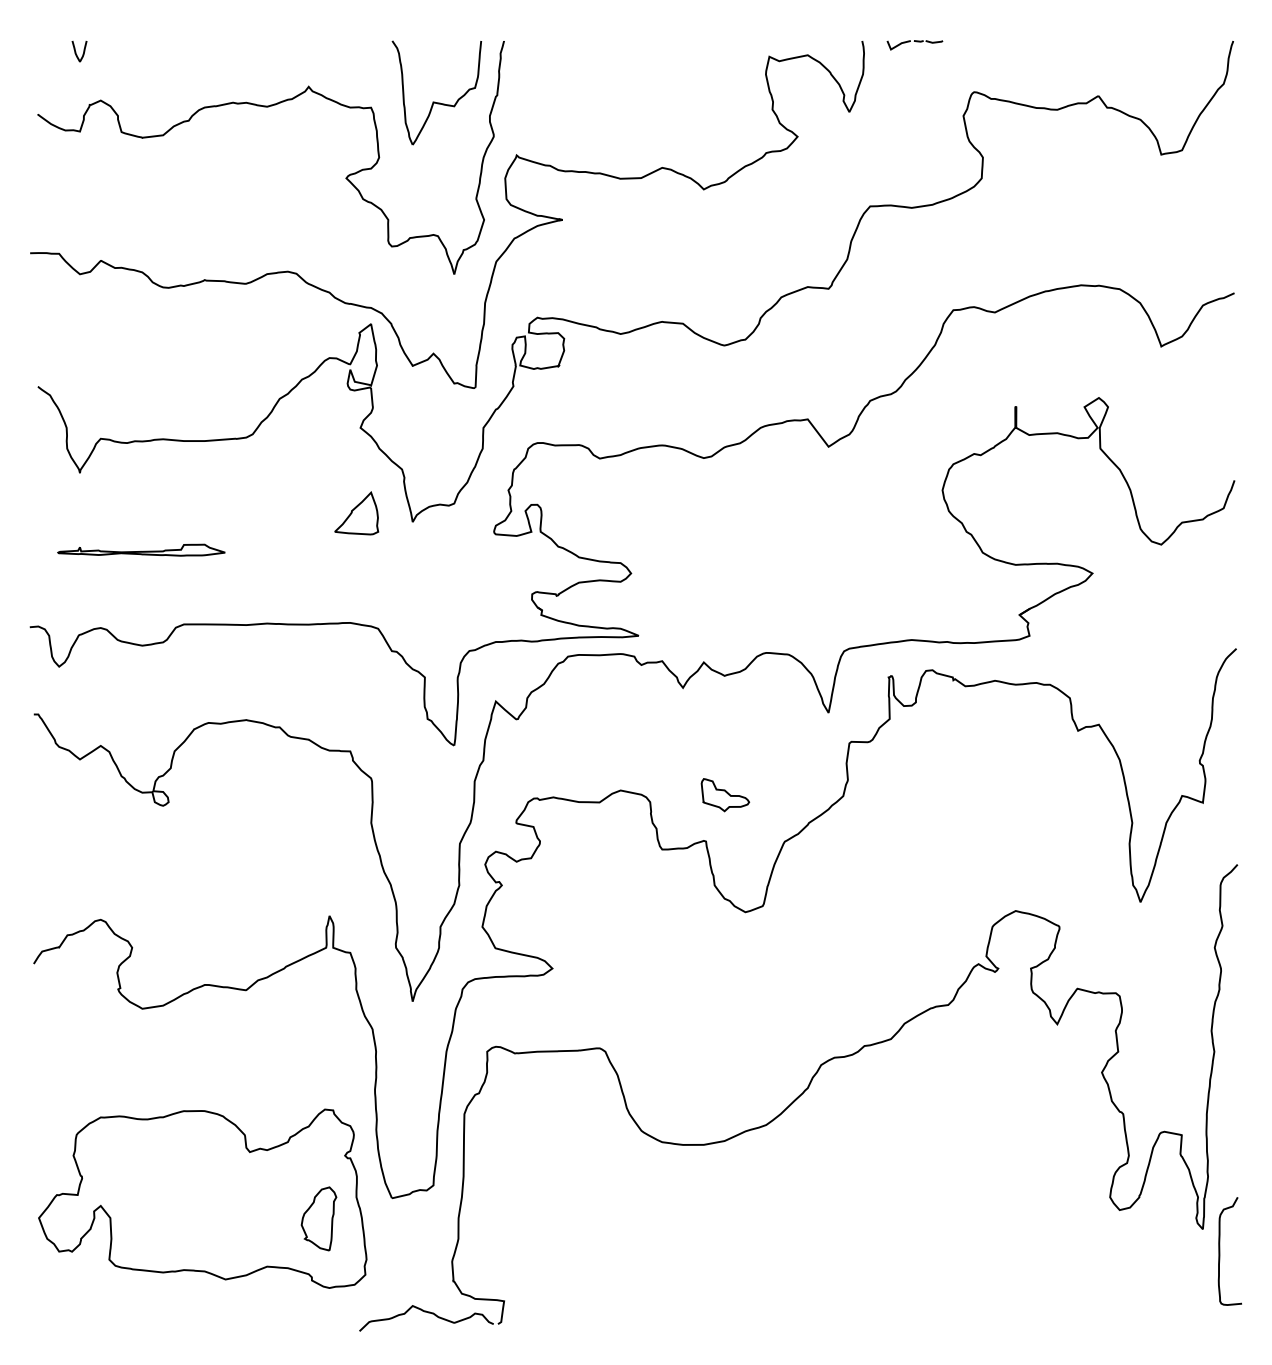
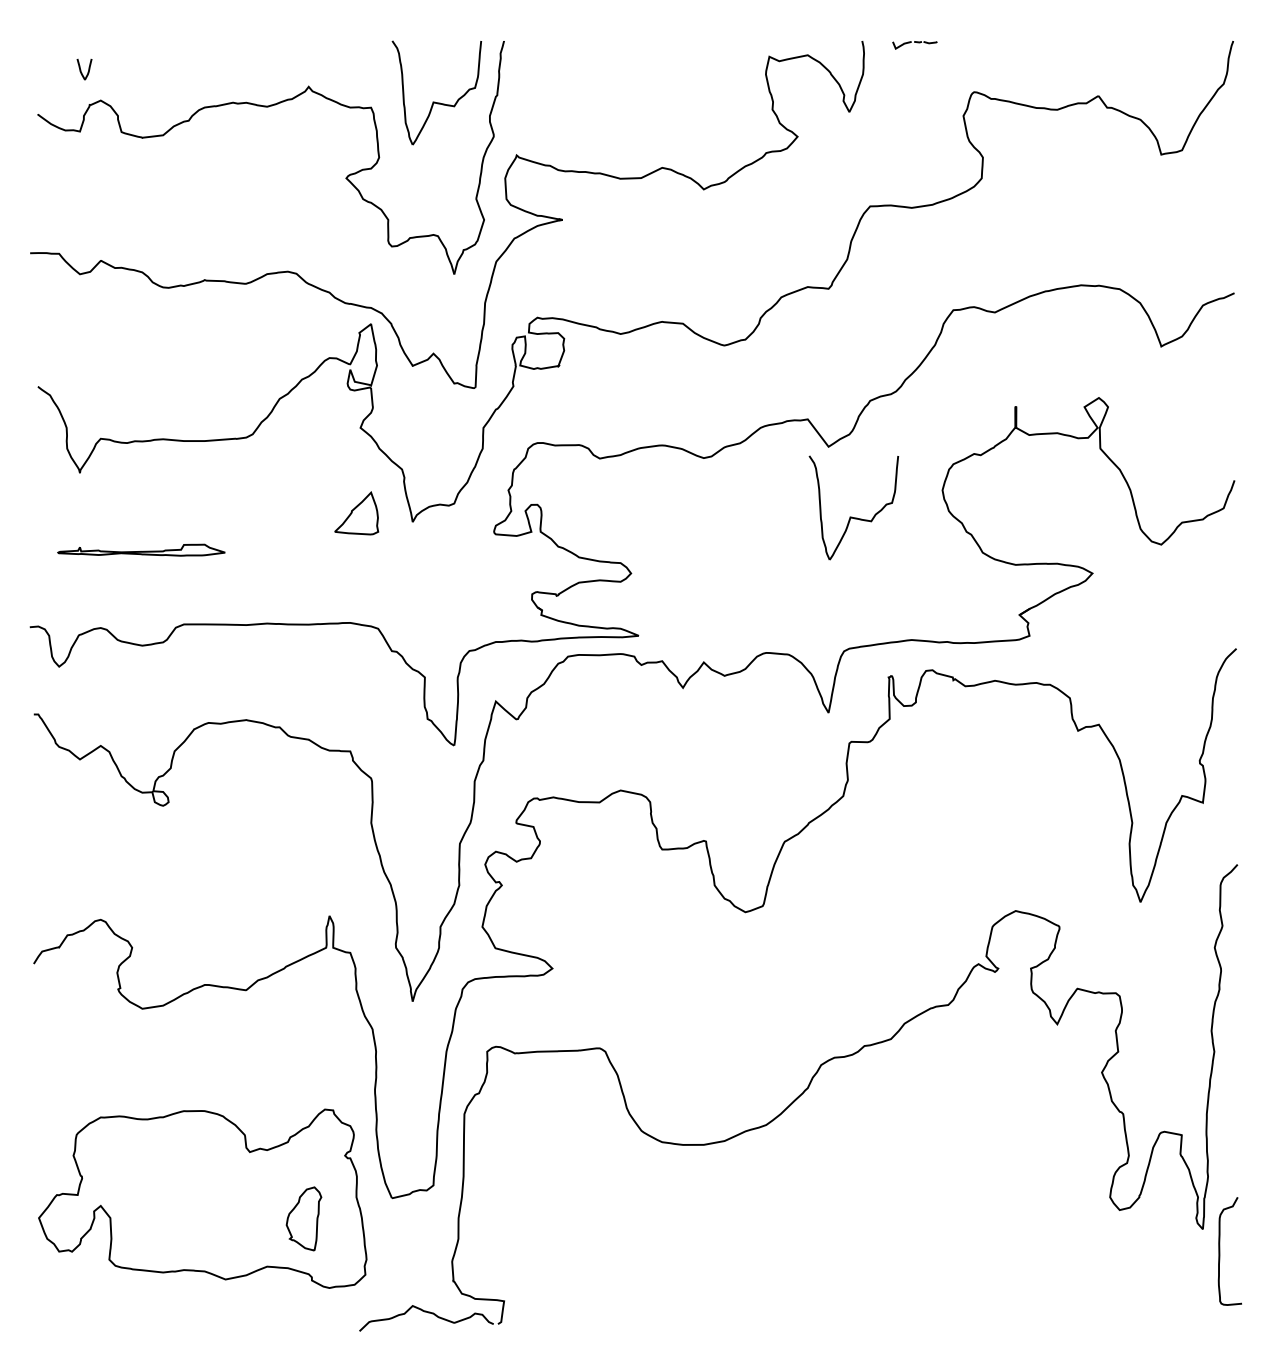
part at (914, 45) size: 58x11 px -> 46x9 px
curve at (76, 51) position: (76, 51) -> (81, 69)
part at (852, 516): none -> present
part at (725, 795): present -> none
part at (318, 1218) position: (318, 1218) -> (303, 1218)
